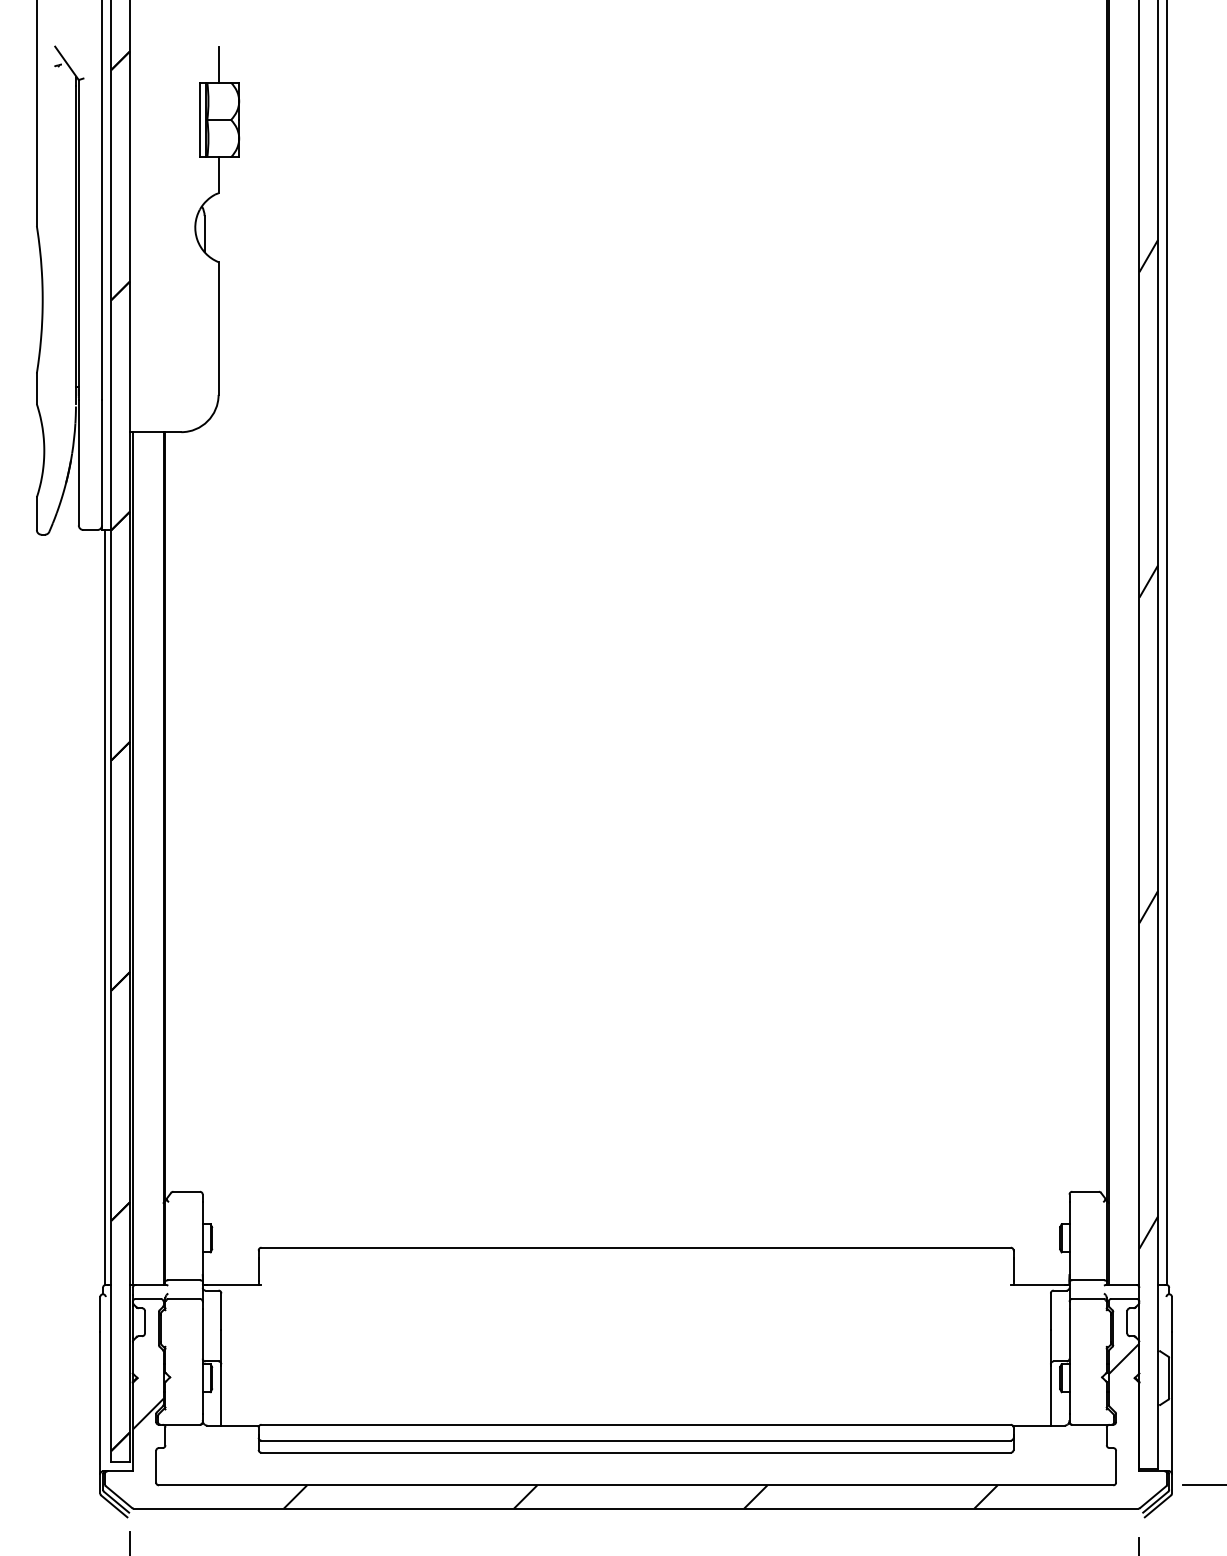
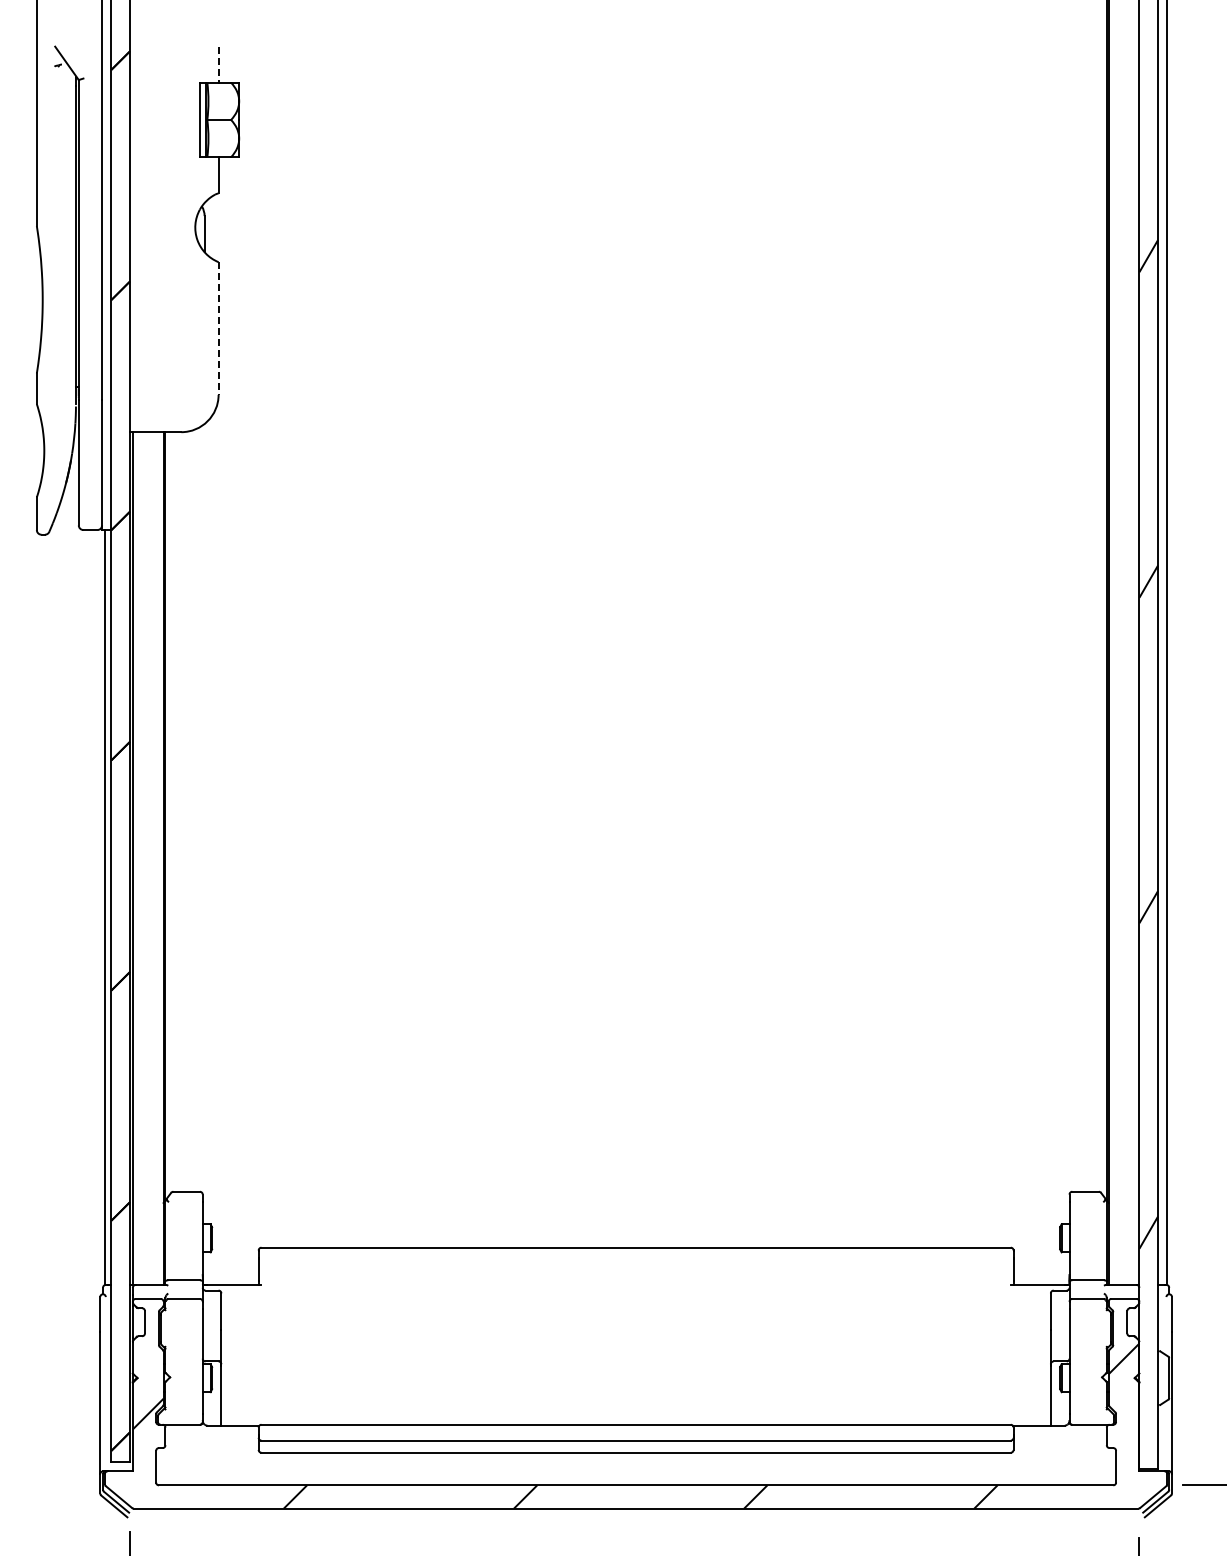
line at (218, 65): solid -> dashed
line at (218, 329): solid -> dashed
